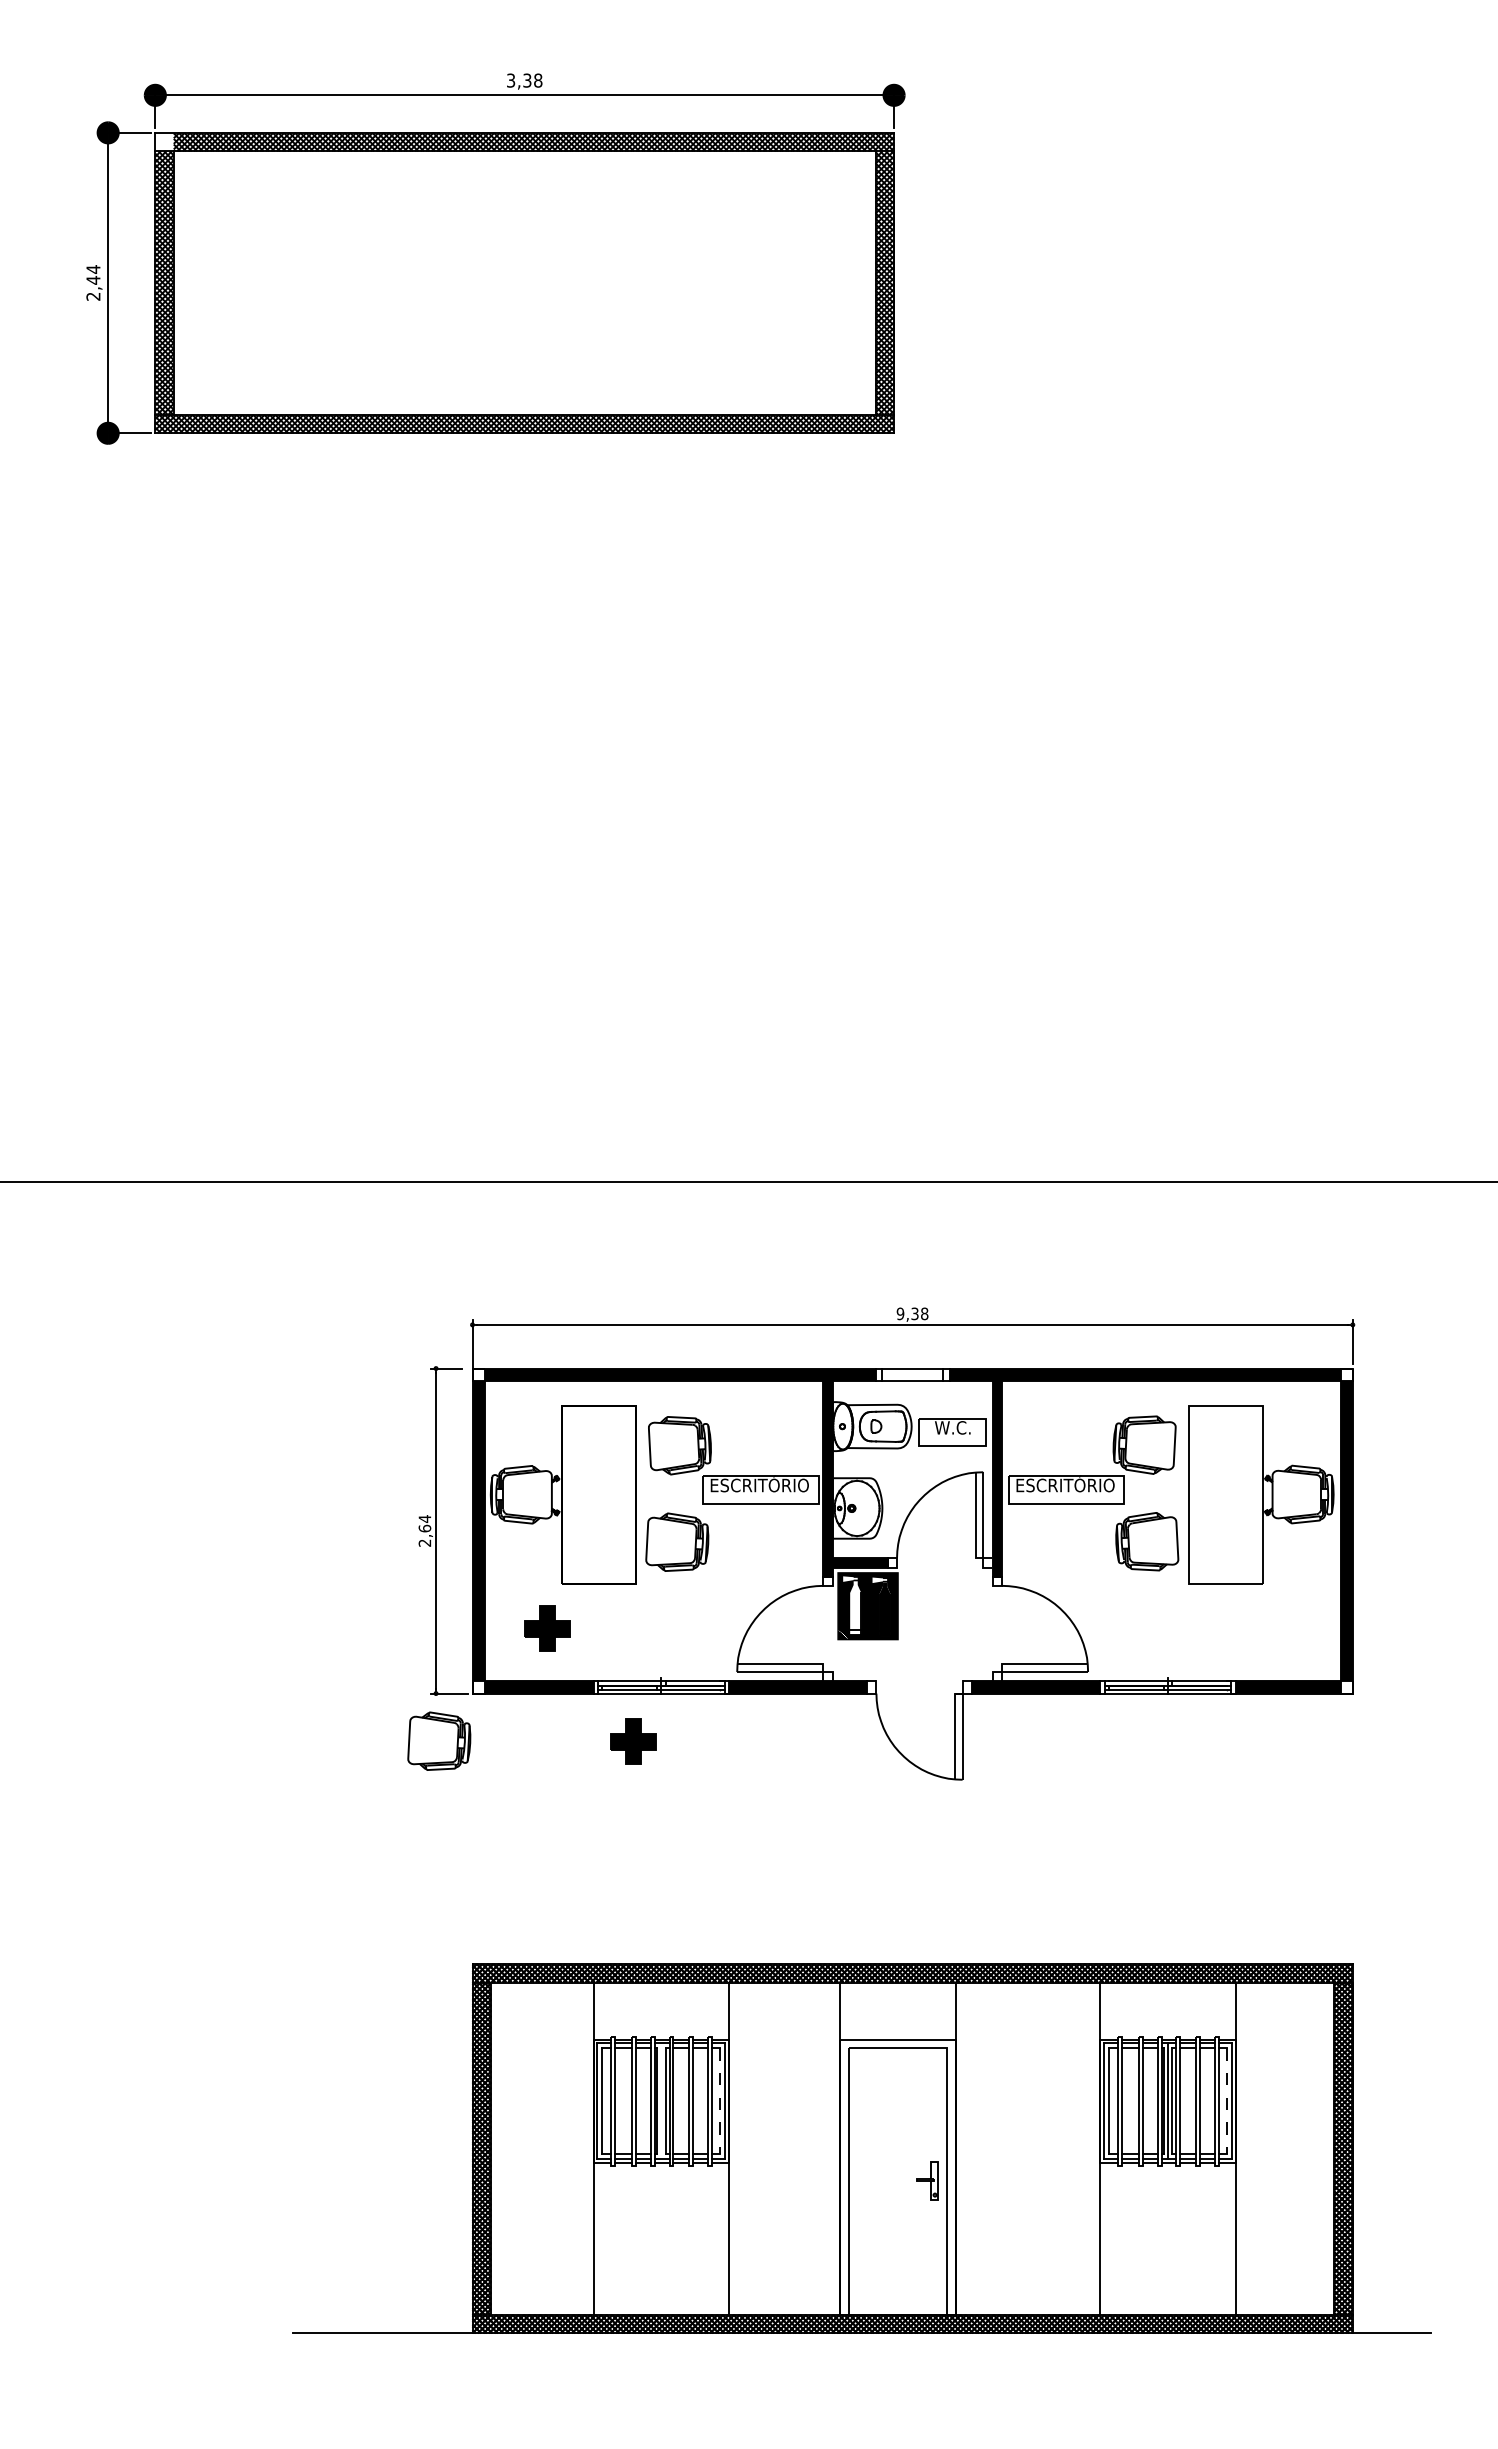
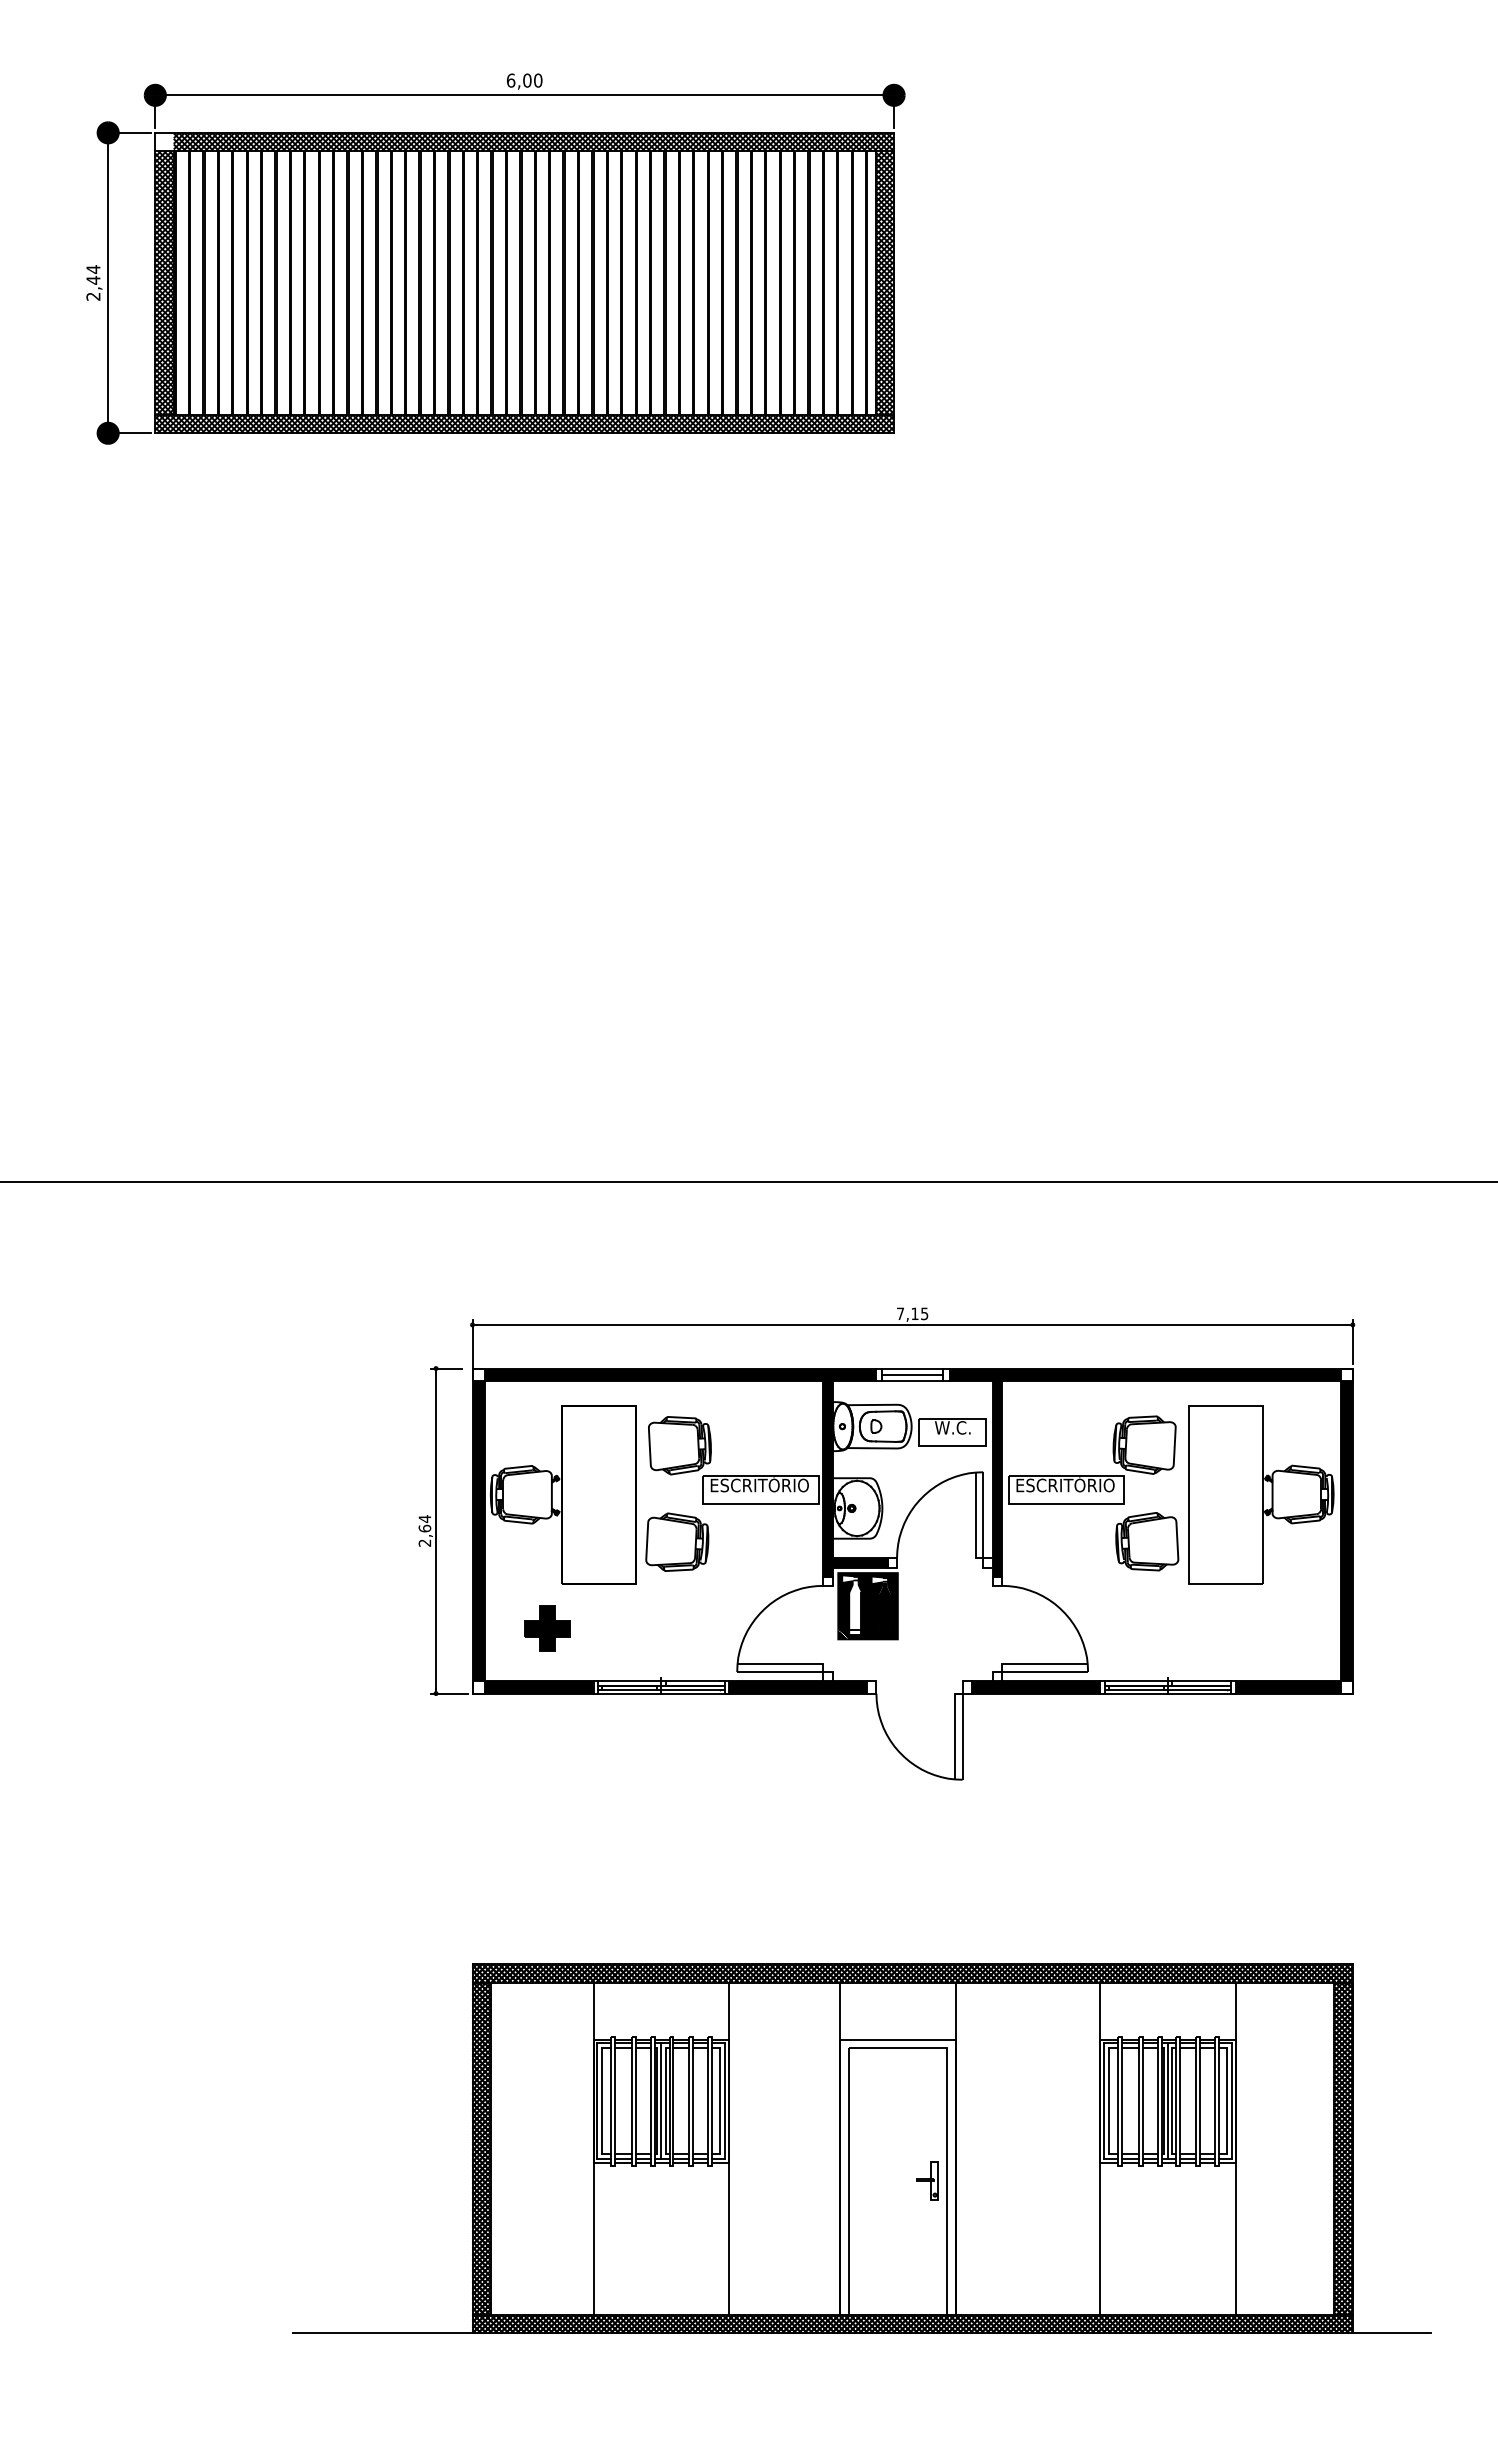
text at (524, 80): 3,38 -> 6,00
hatch at (520, 282): none -> present
text at (912, 1313): 9,38 -> 7,15
line at (912, 1374): none -> present
part at (439, 1740): present -> none
part at (633, 1741): present -> none
line at (661, 2101): none -> present
line at (720, 2101): dashed -> solid
line at (1227, 2101): dashed -> solid
